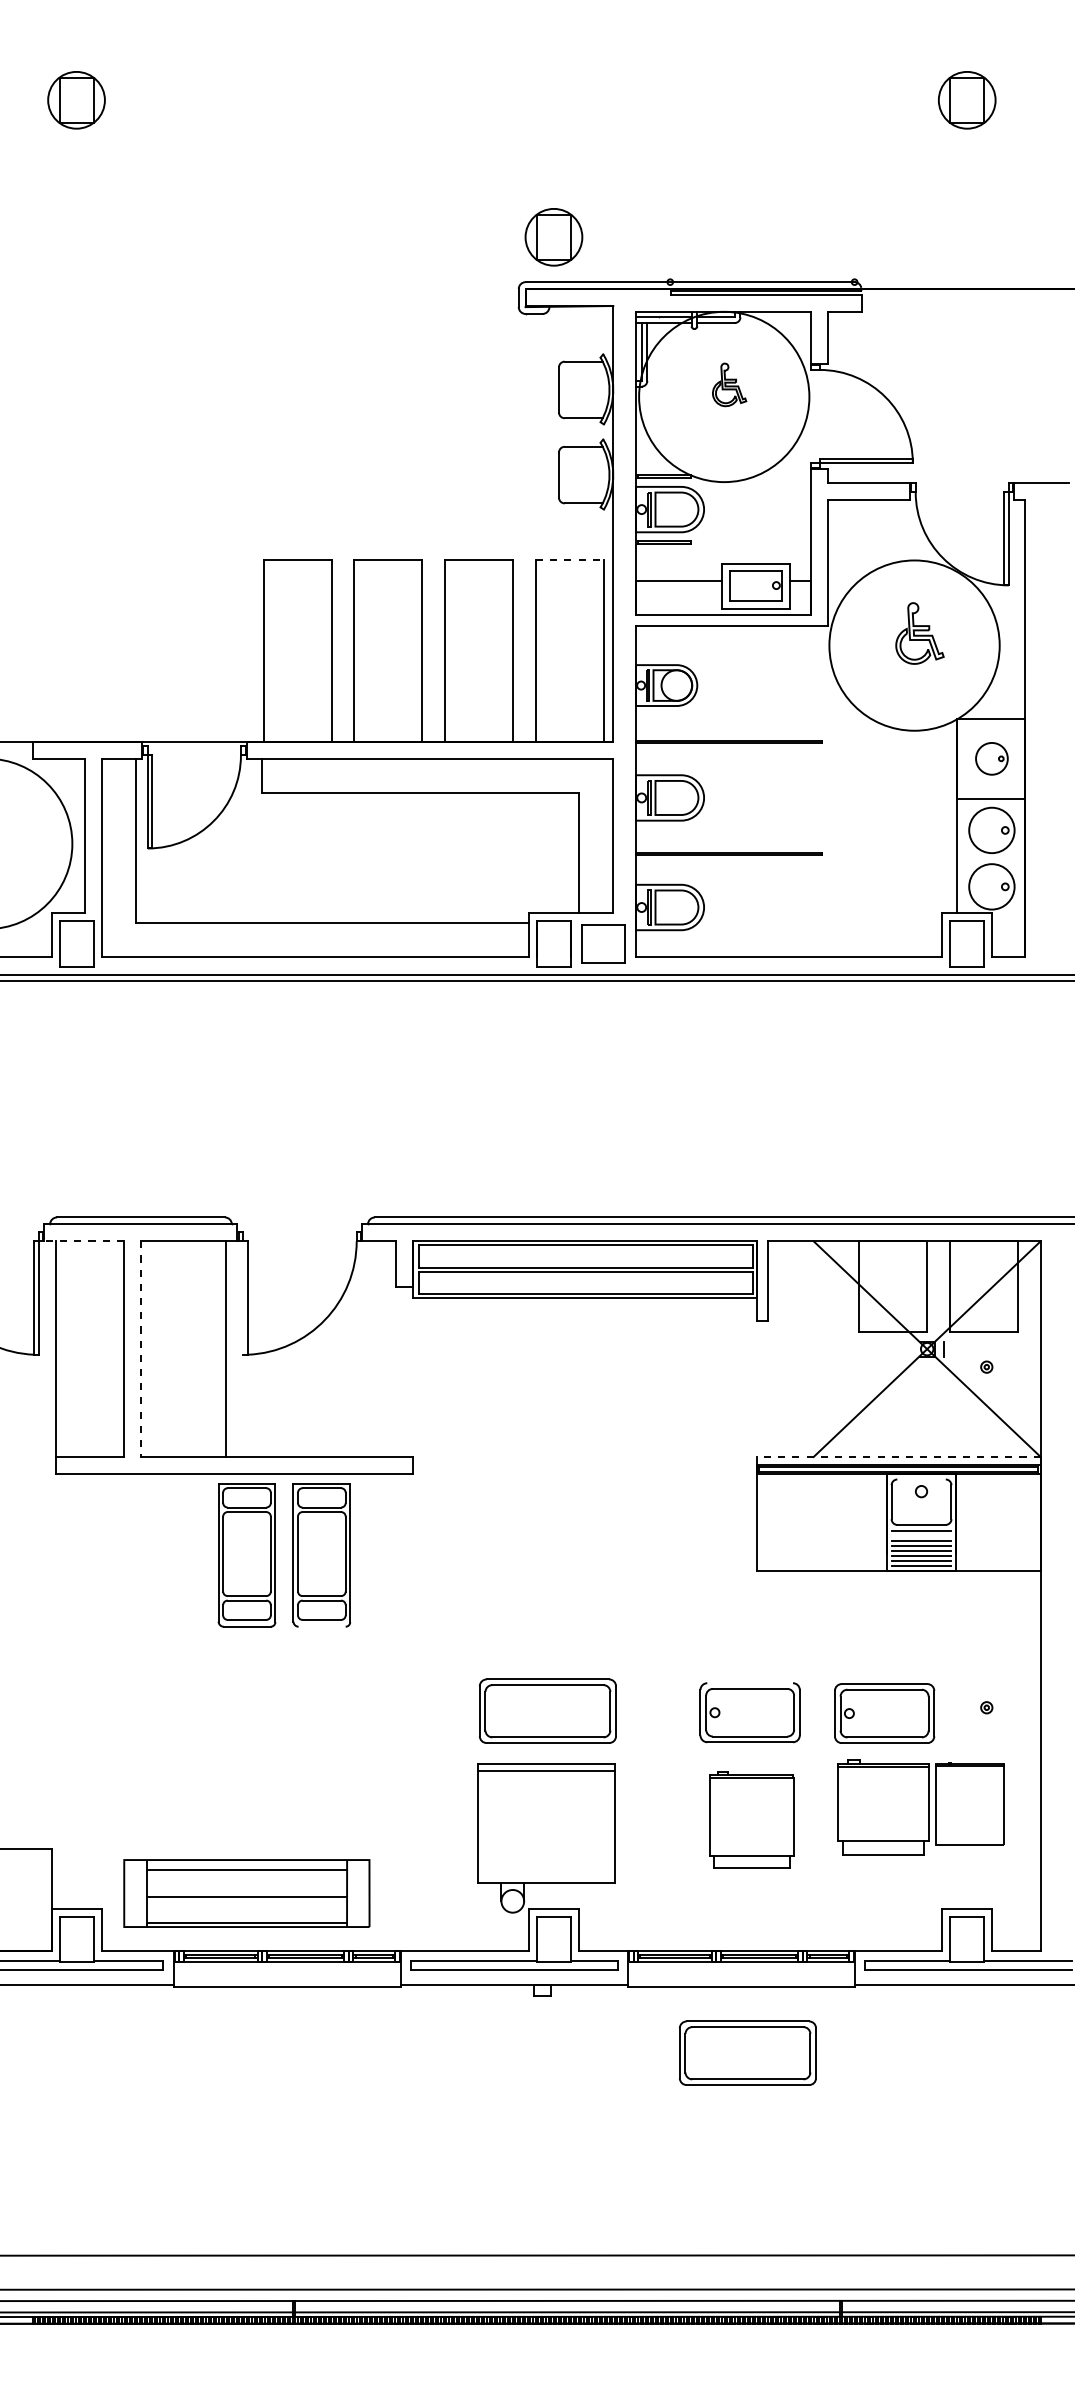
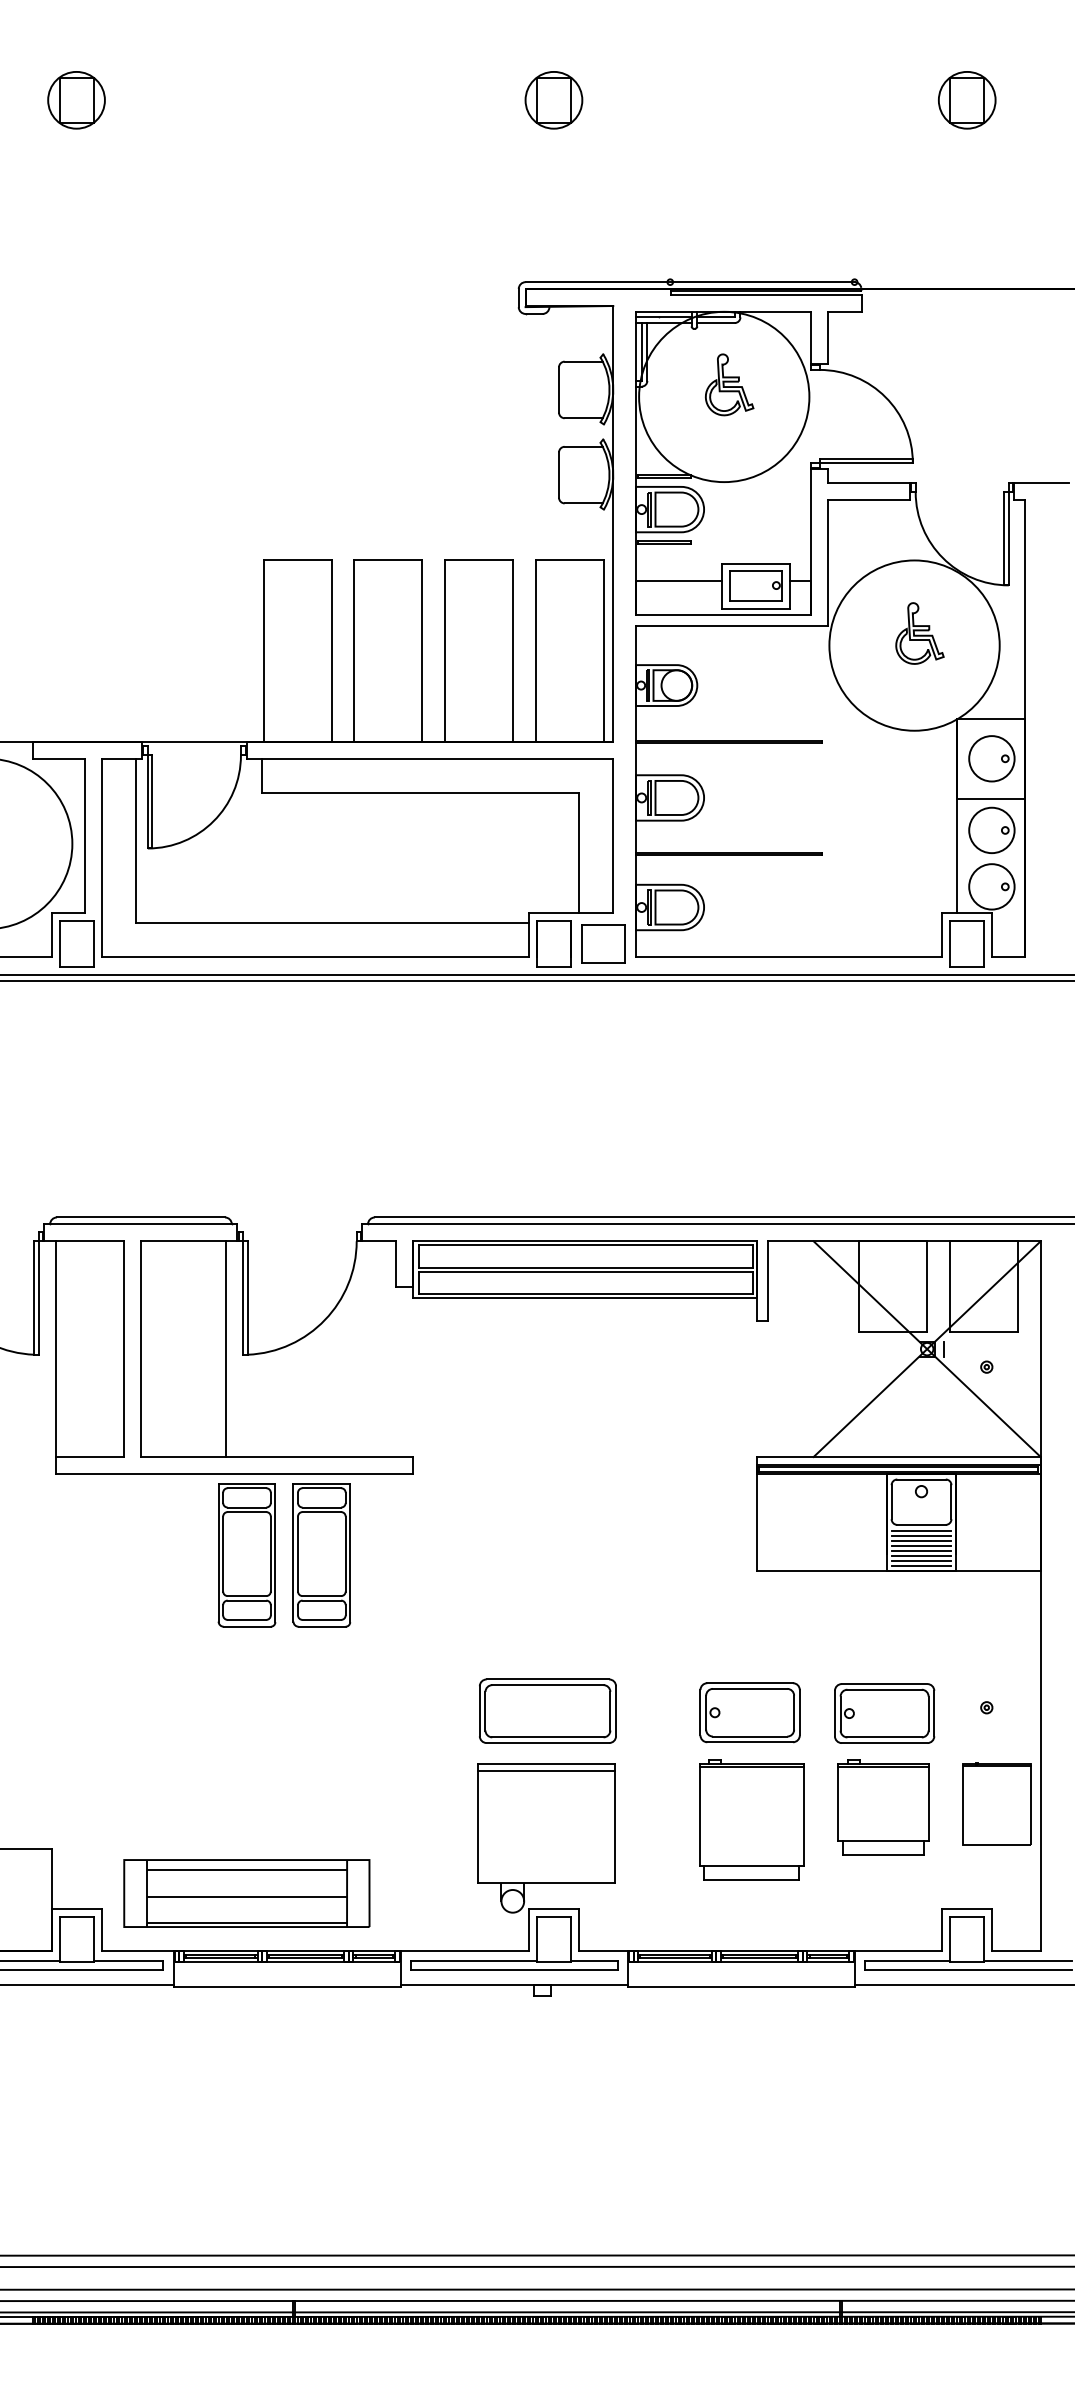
part at (553, 237) position: (553, 237) -> (553, 100)
part at (729, 384) size: 36x46 px -> 51x64 px
line at (570, 560): dashed -> solid
part at (991, 758) size: 34x34 px -> 48x48 px
line at (84, 1241): dashed -> solid
line at (243, 1297): none -> present
line at (140, 1349): dashed -> solid
line at (898, 1457): dashed -> solid
line at (921, 1479): none -> present
line at (921, 1536): none -> present
line at (321, 1626): none -> present
line at (750, 1683): none -> present
part at (969, 1803) position: (969, 1803) -> (996, 1803)
part at (751, 1819) size: 86x98 px -> 106x122 px
part at (747, 2052): present -> none
line at (536, 2266): none -> present
